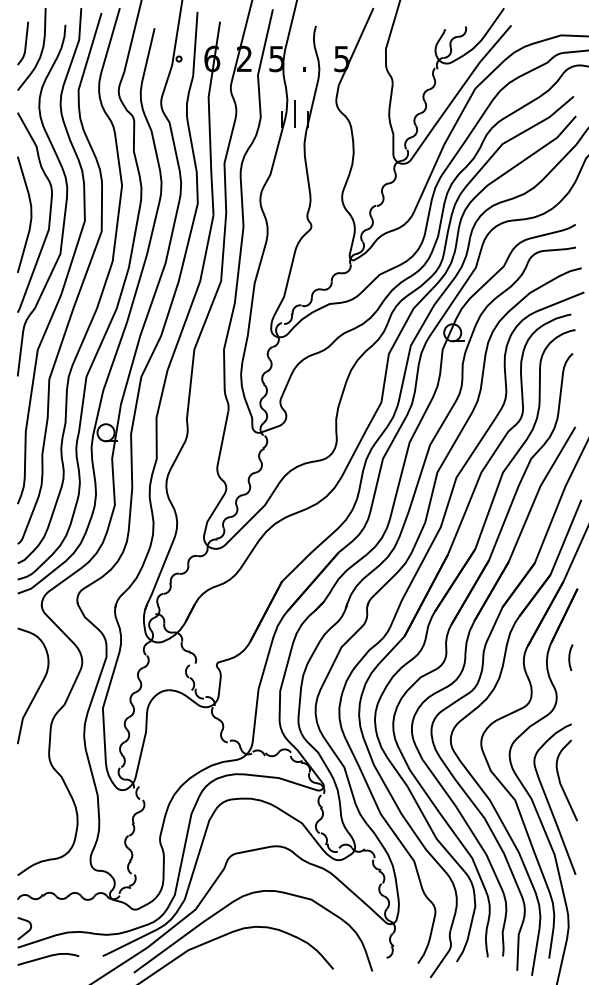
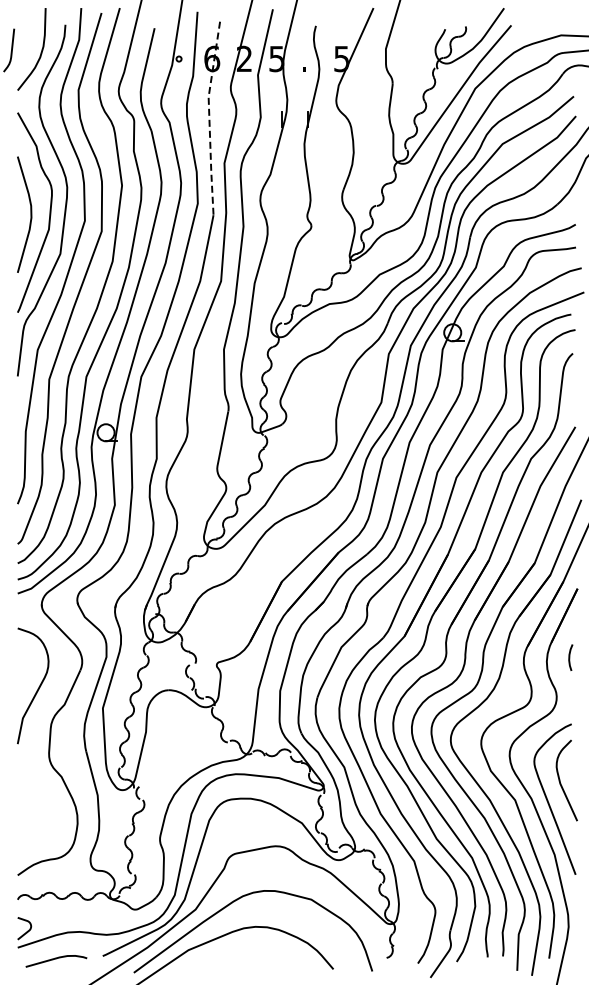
curve at (24, 44) position: (24, 44) -> (10, 51)
line at (294, 113): present -> none
line at (209, 118): solid -> dashed
curve at (48, 957) position: (48, 957) -> (56, 959)
